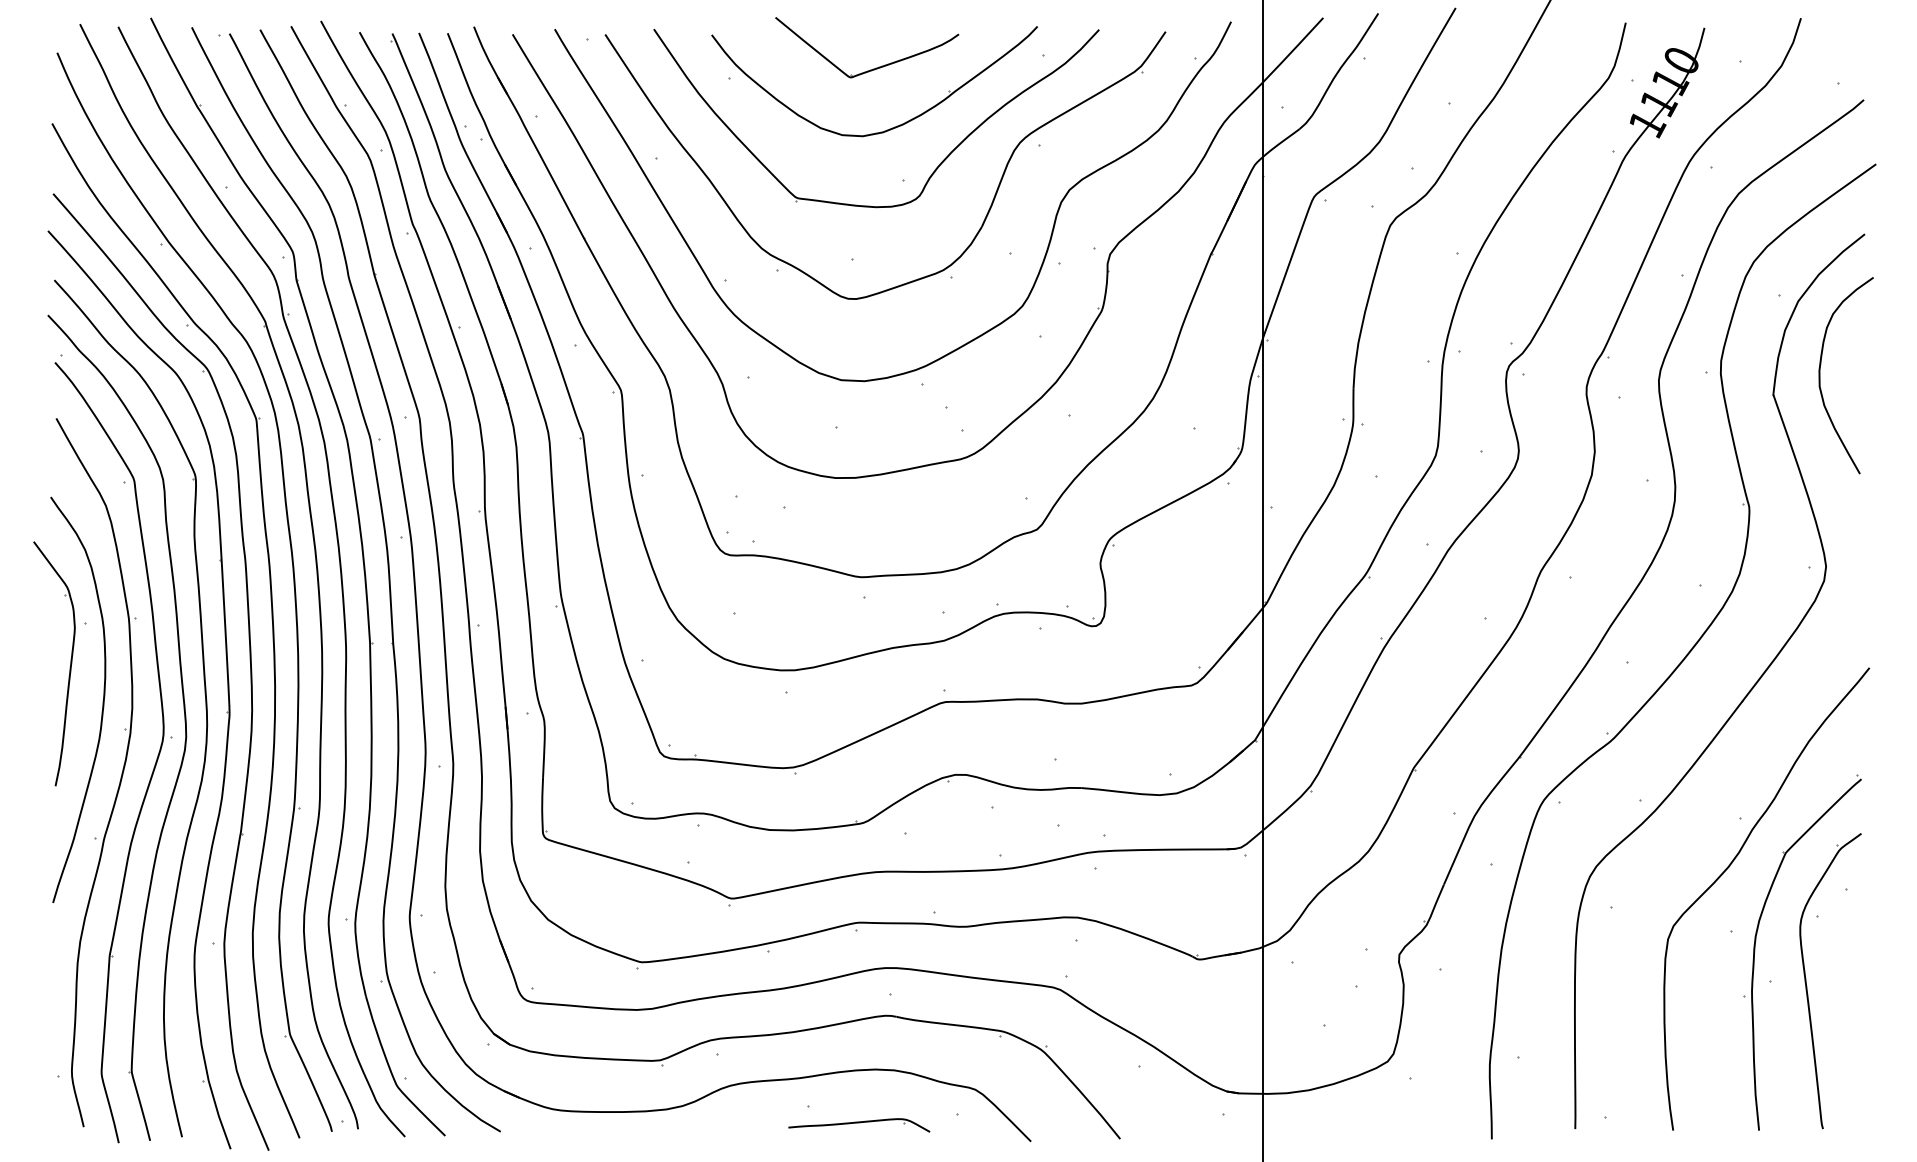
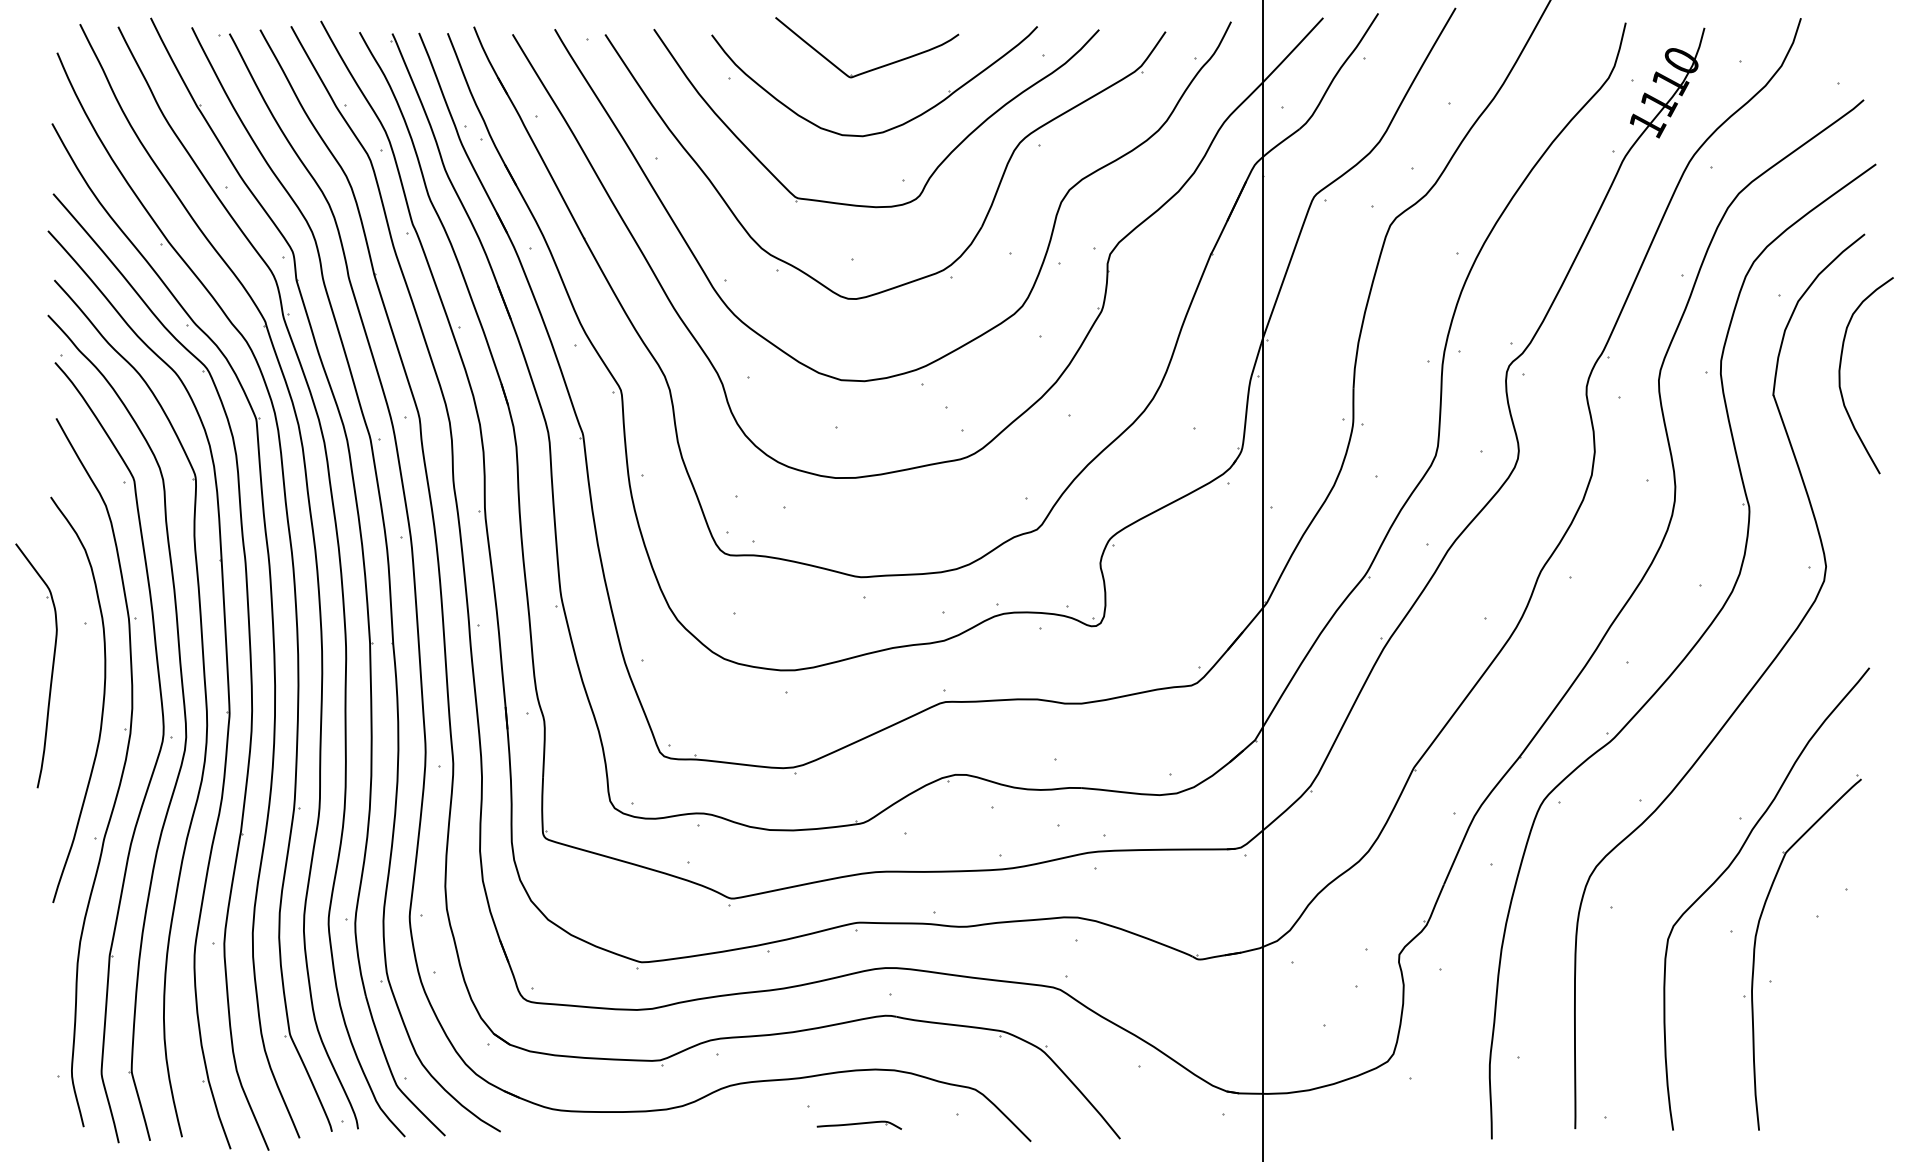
curve at (1820, 375) position: (1820, 375) -> (1840, 375)
part at (69, 667) position: (69, 667) -> (51, 669)
part at (1807, 986): present -> none
part at (859, 1125) size: 143x15 px -> 86x10 px
